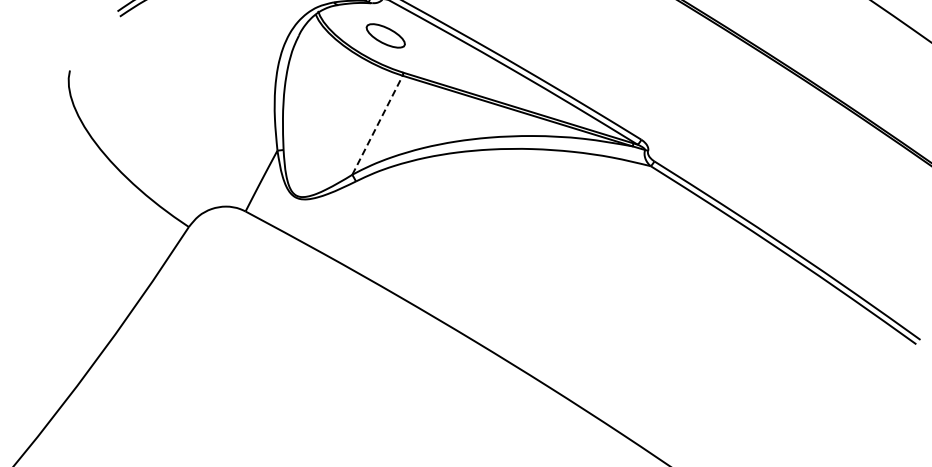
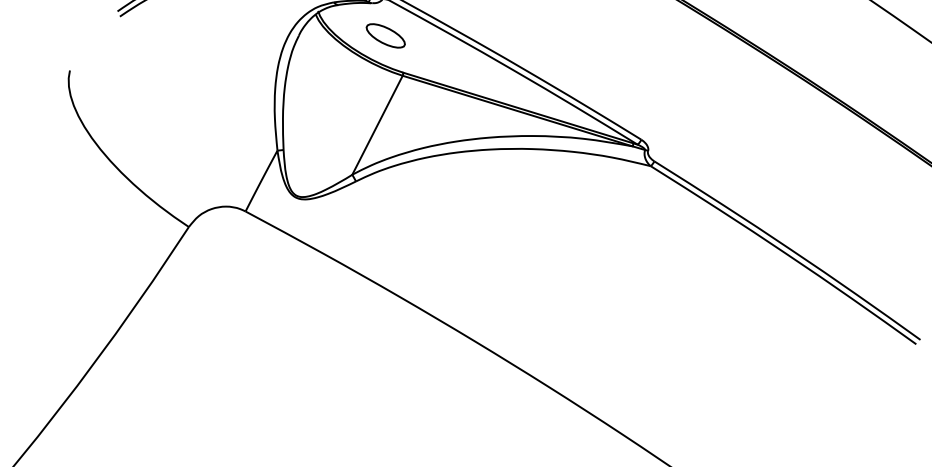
line at (377, 125): dashed -> solid
